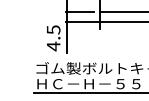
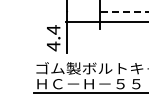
line at (79, 11): present -> none
line at (124, 11): solid -> dashed
text at (53, 29): 4.5 -> 4.4
